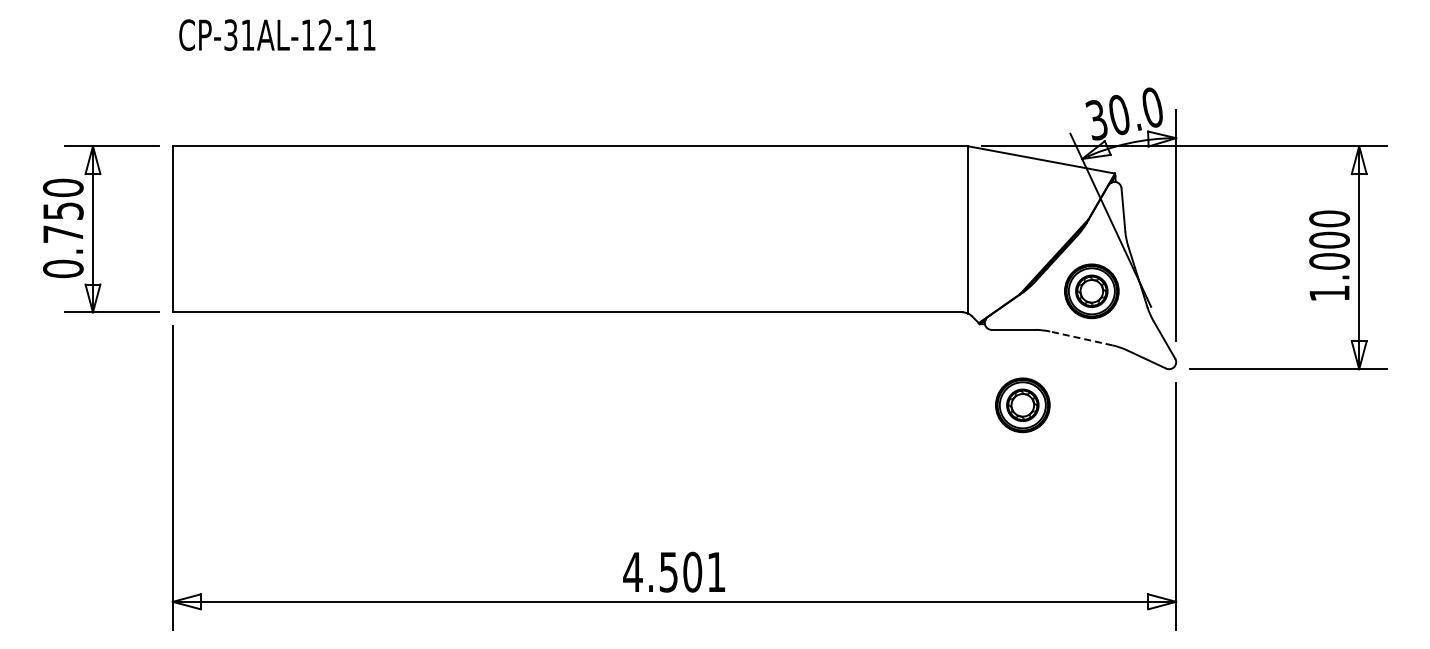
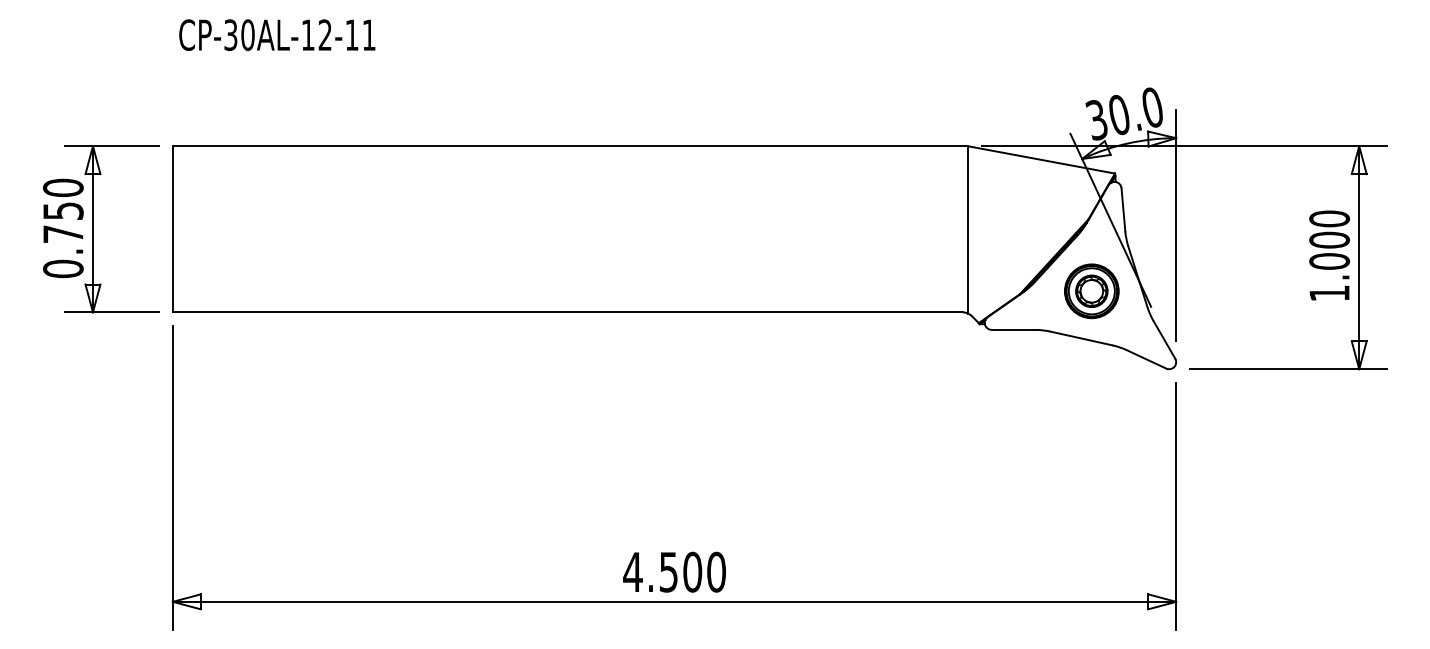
text at (247, 35): CP-31AL-12-11 -> CP-30AL-12-11
line at (1081, 338): dashed -> solid
part at (1022, 405): present -> none
text at (716, 571): 4.501 -> 4.500
